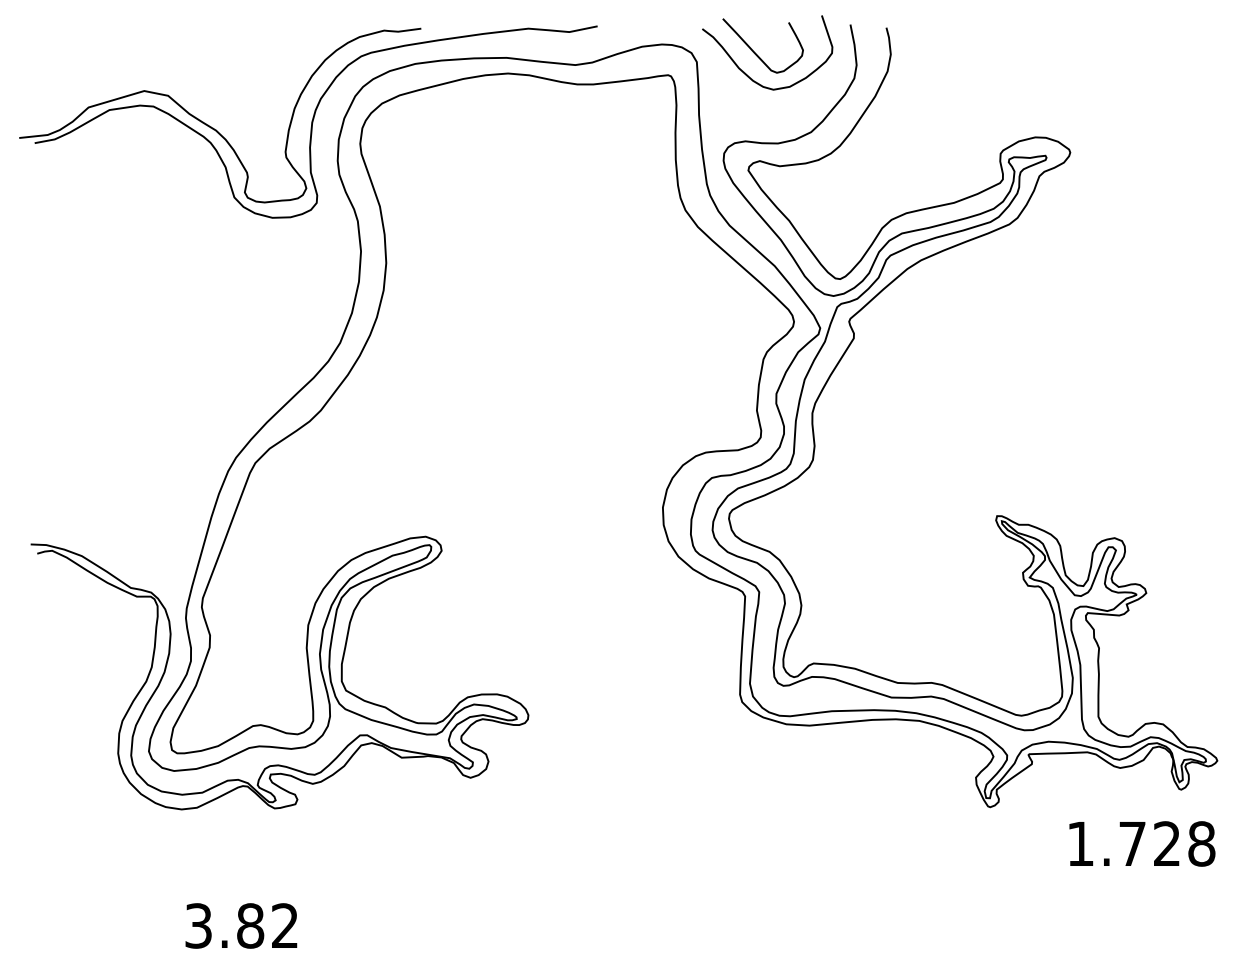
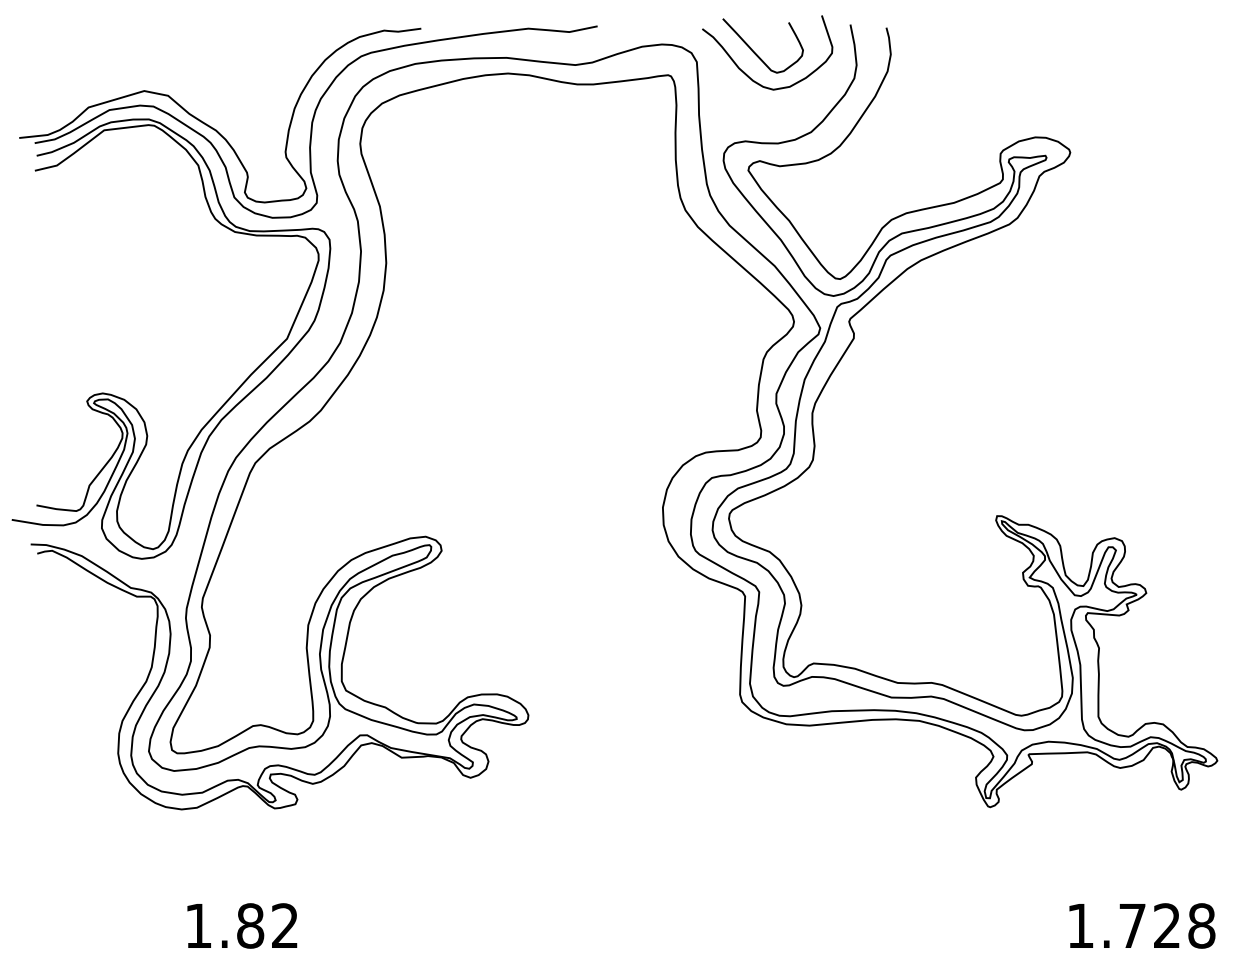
part at (124, 398): none -> present
text at (1142, 843) position: (1142, 843) -> (1142, 925)
text at (198, 925): 3.82 -> 1.82
